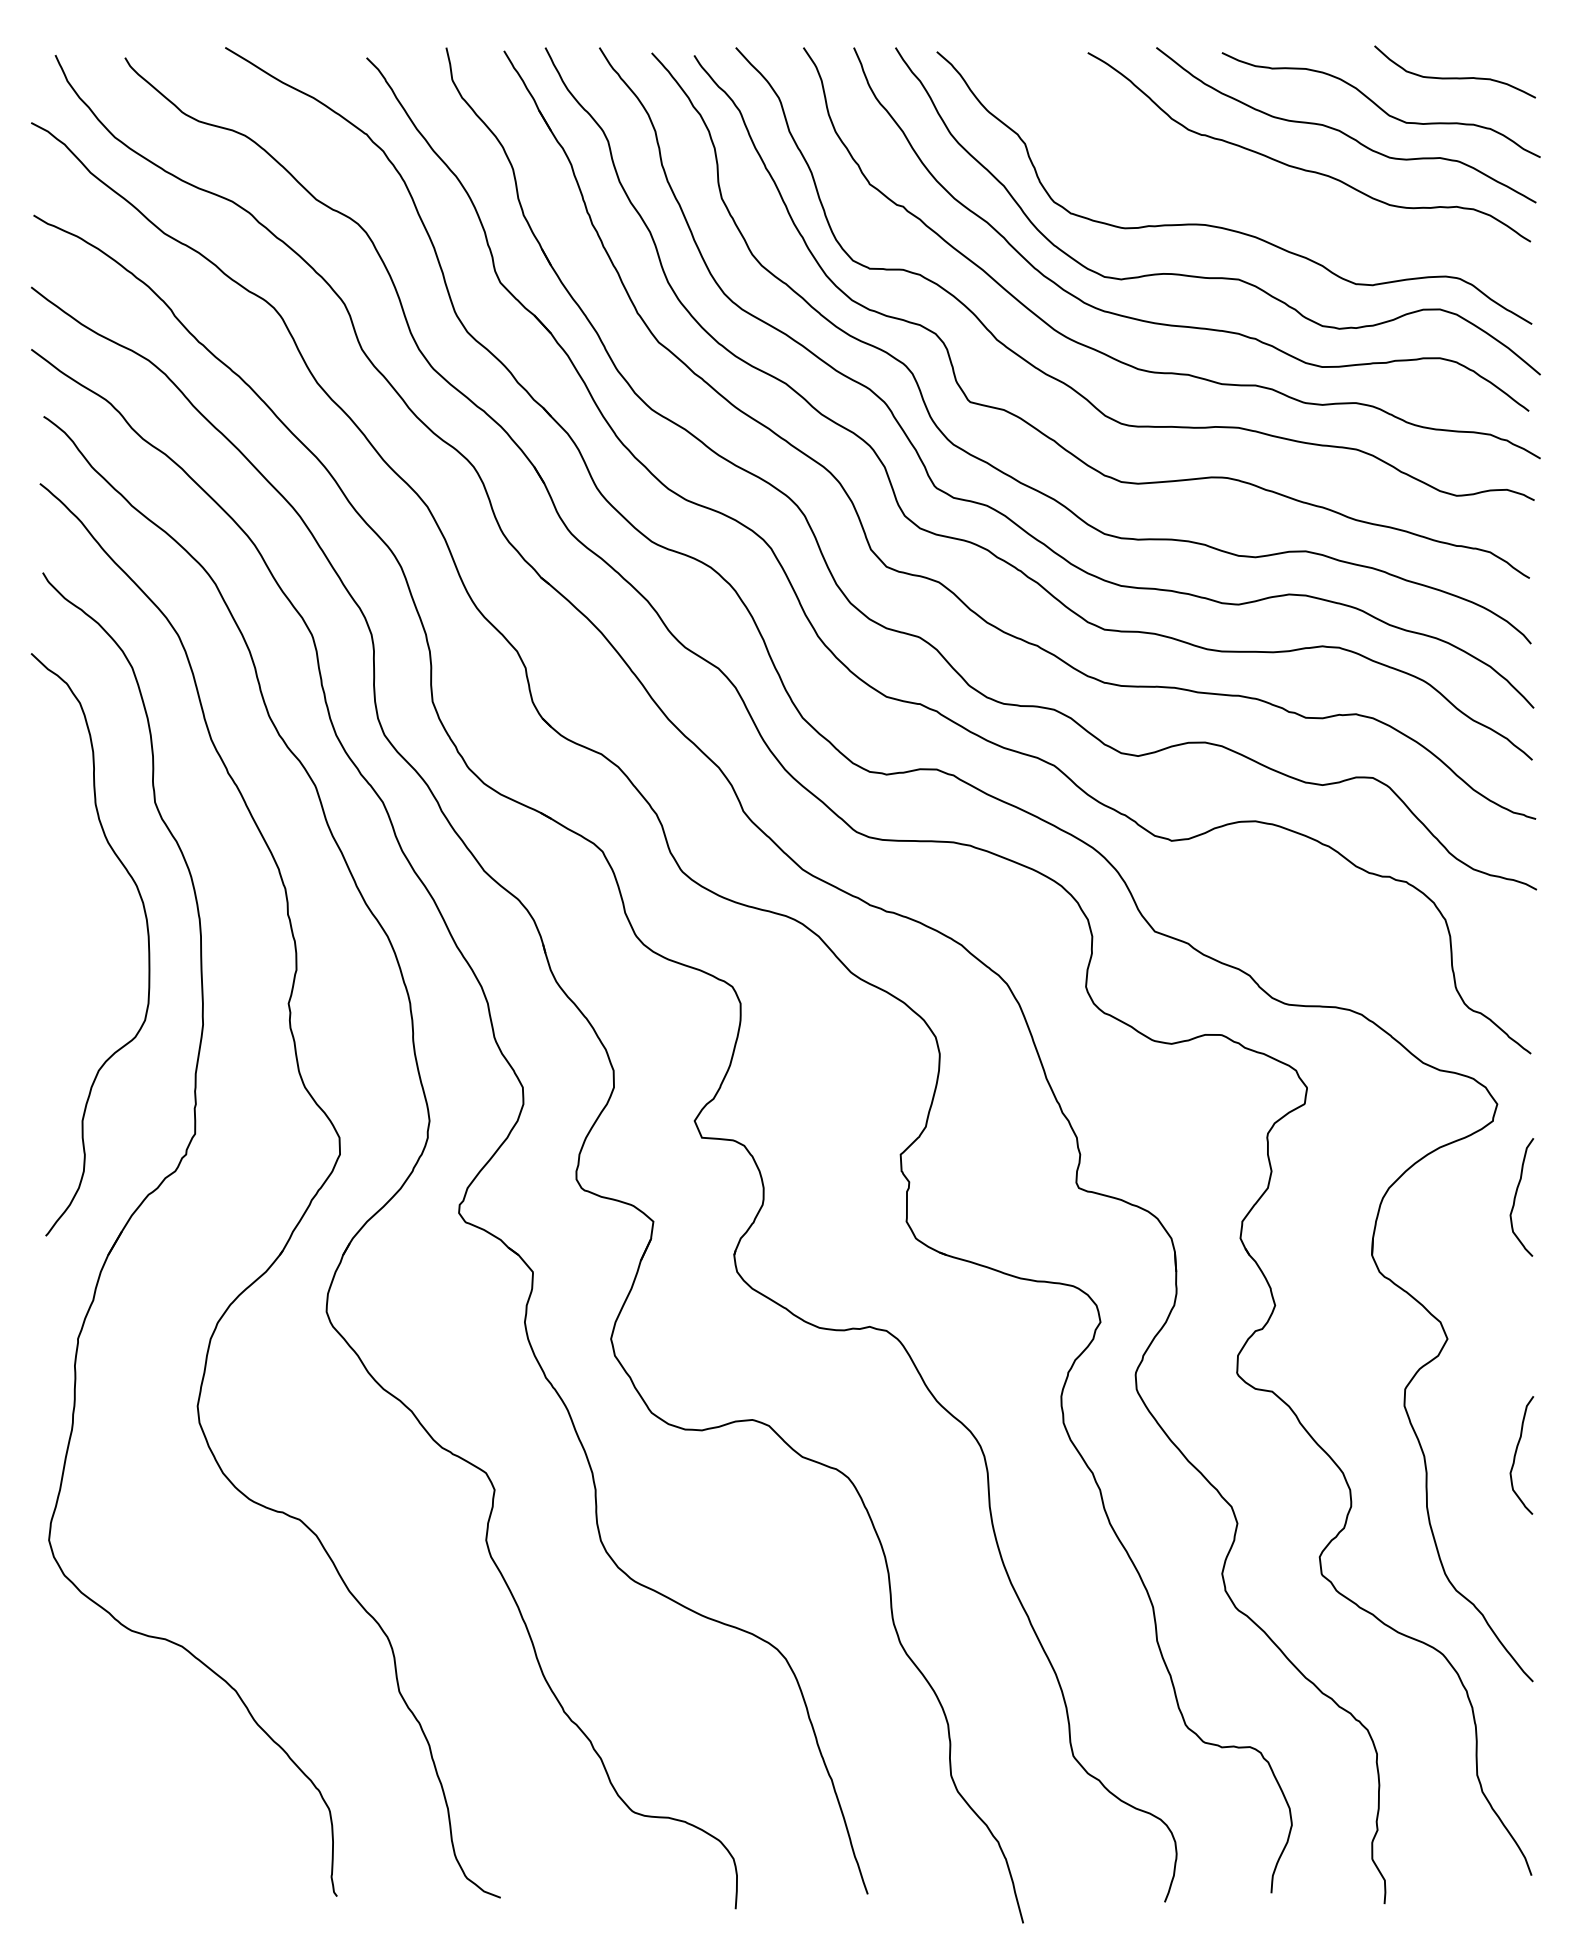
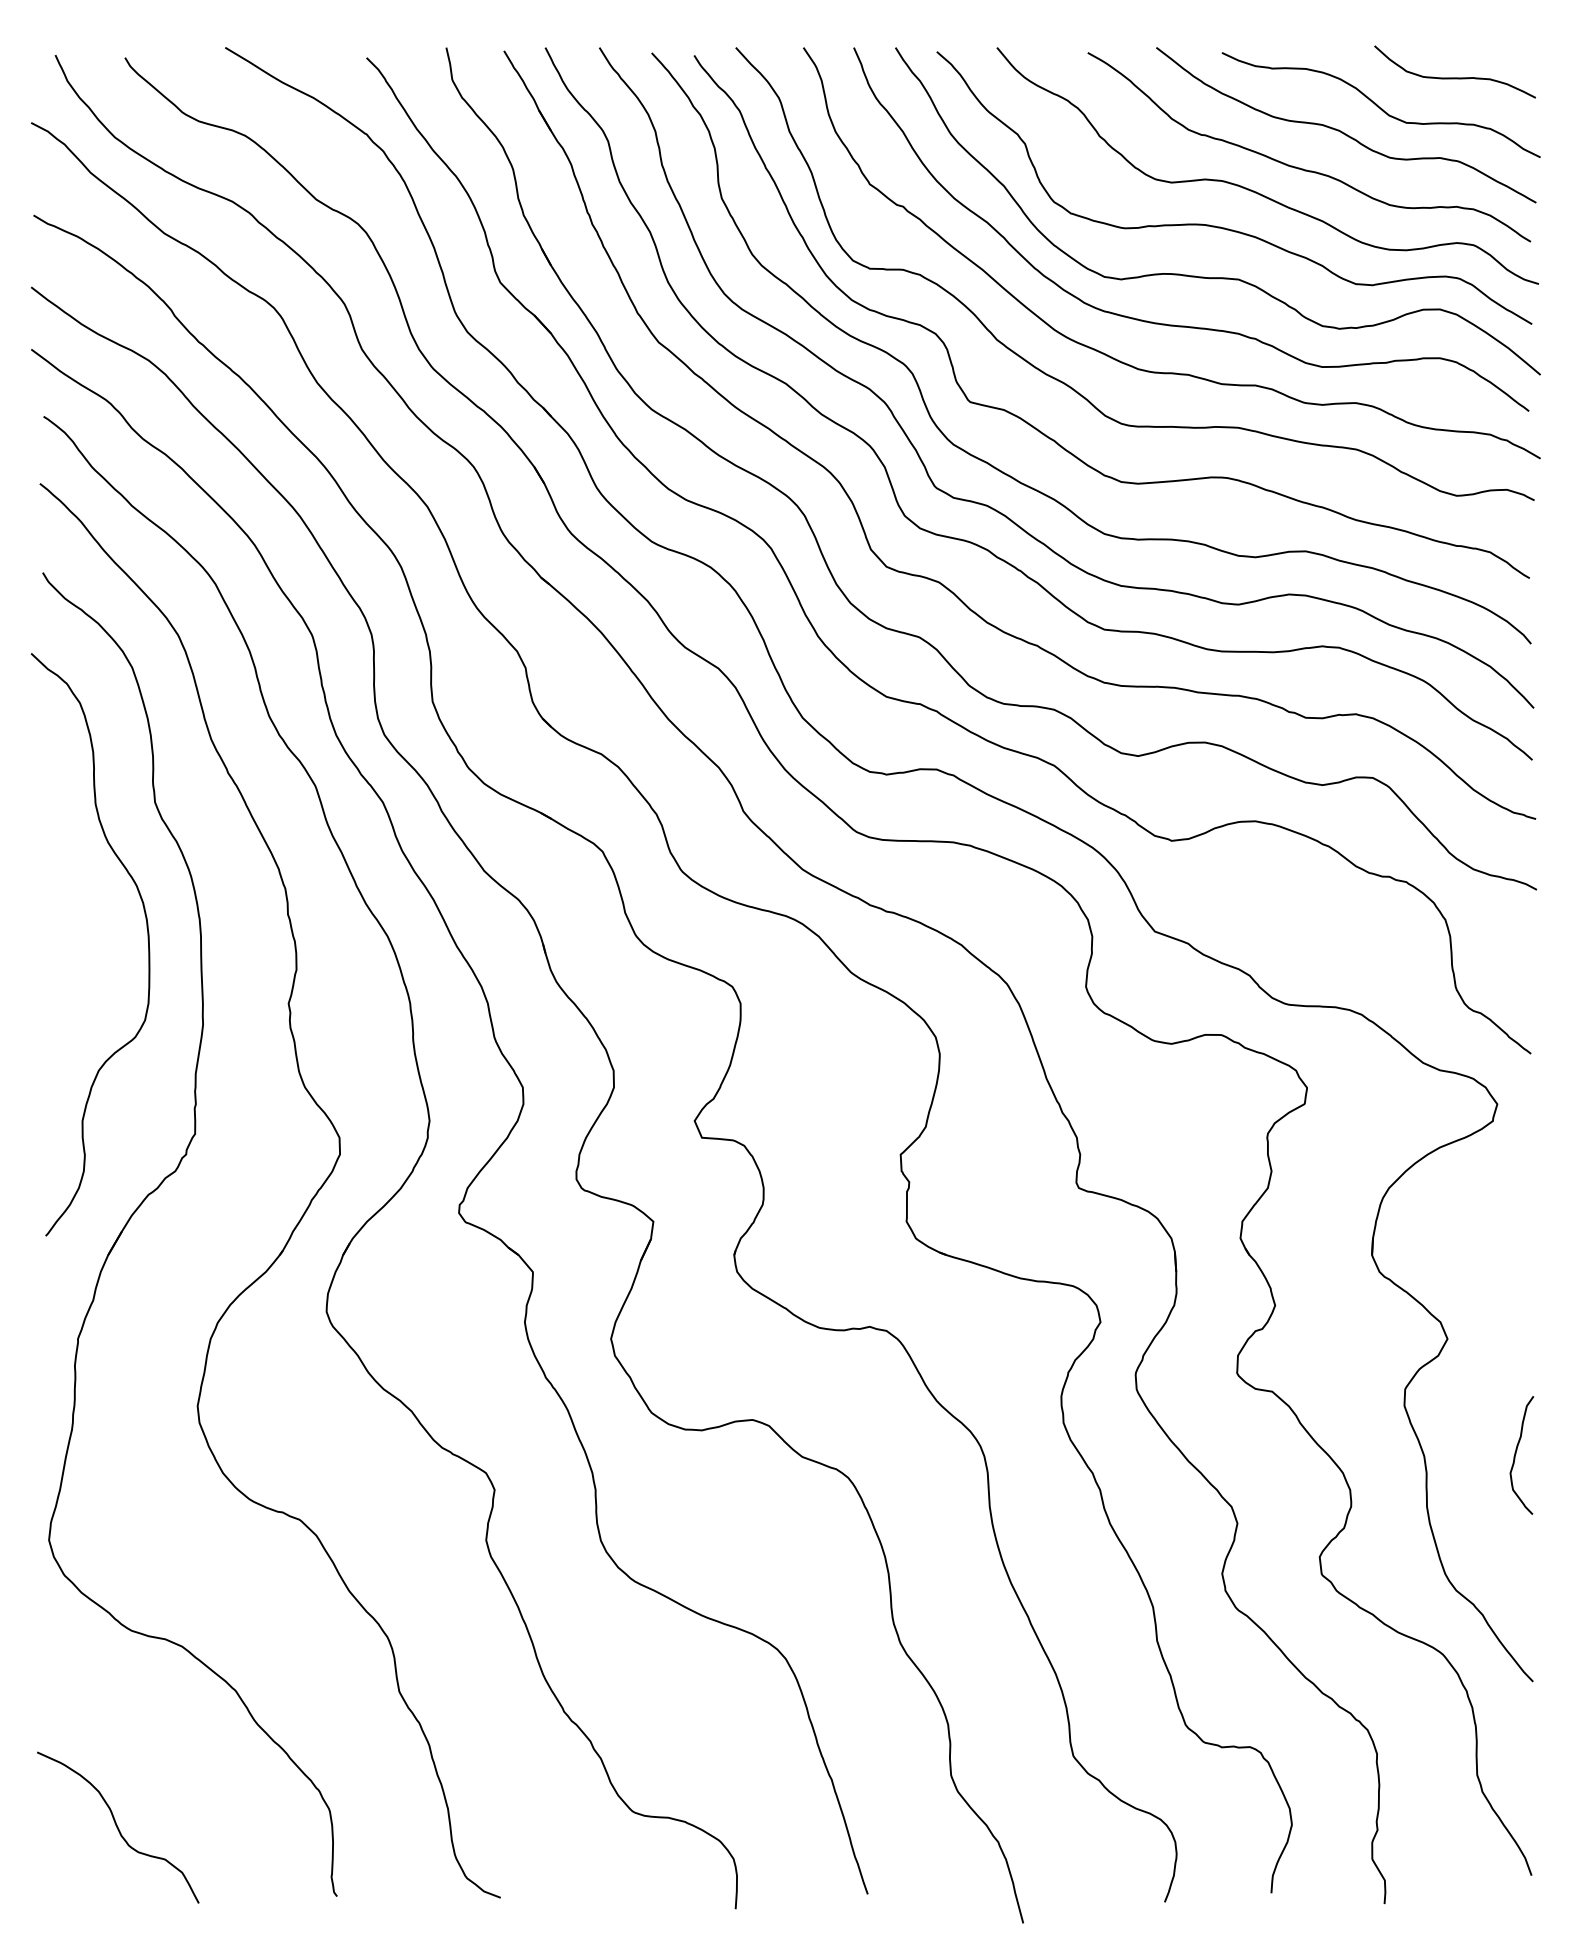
curve at (1254, 190): none -> present
curve at (1516, 1196): present -> none
curve at (118, 1827): none -> present
